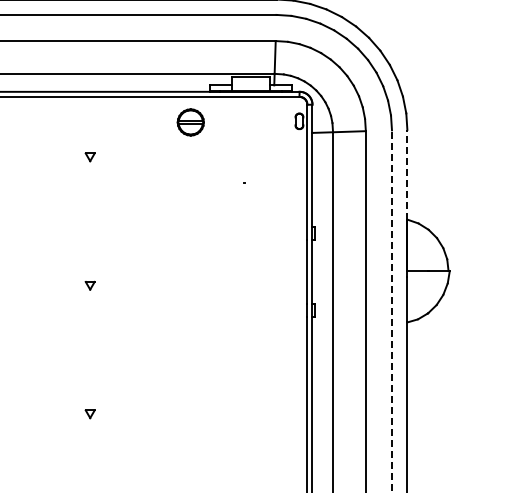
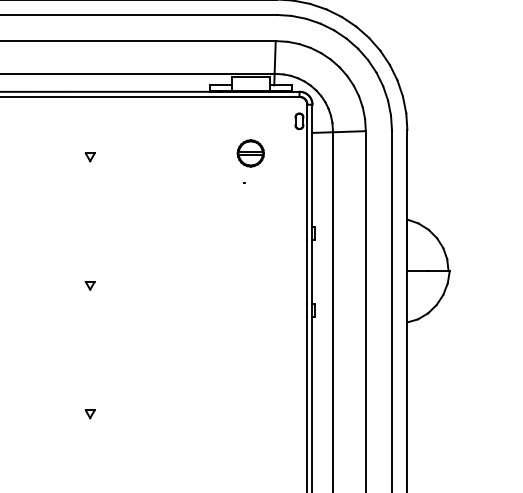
part at (190, 122) position: (190, 122) -> (250, 153)
line at (407, 174): dashed -> solid
line at (391, 311): dashed -> solid
